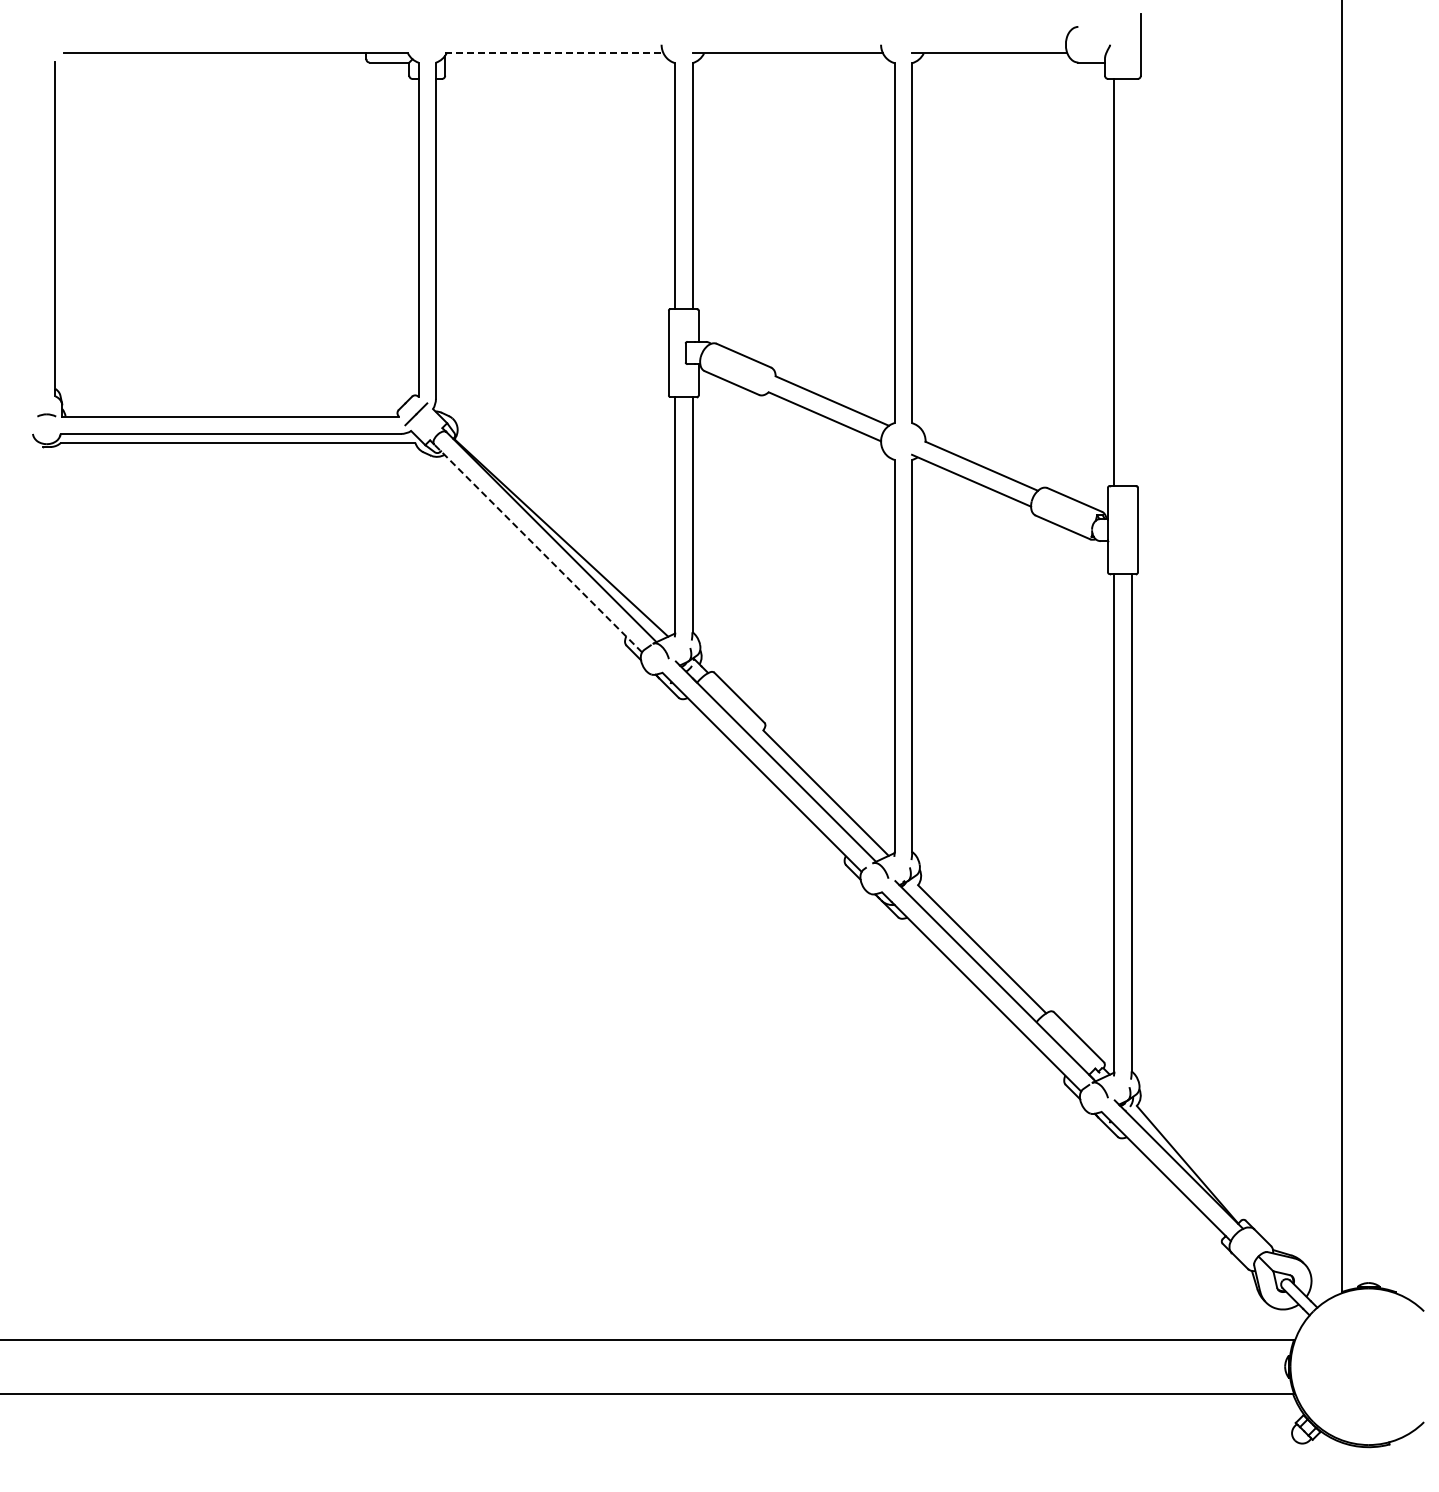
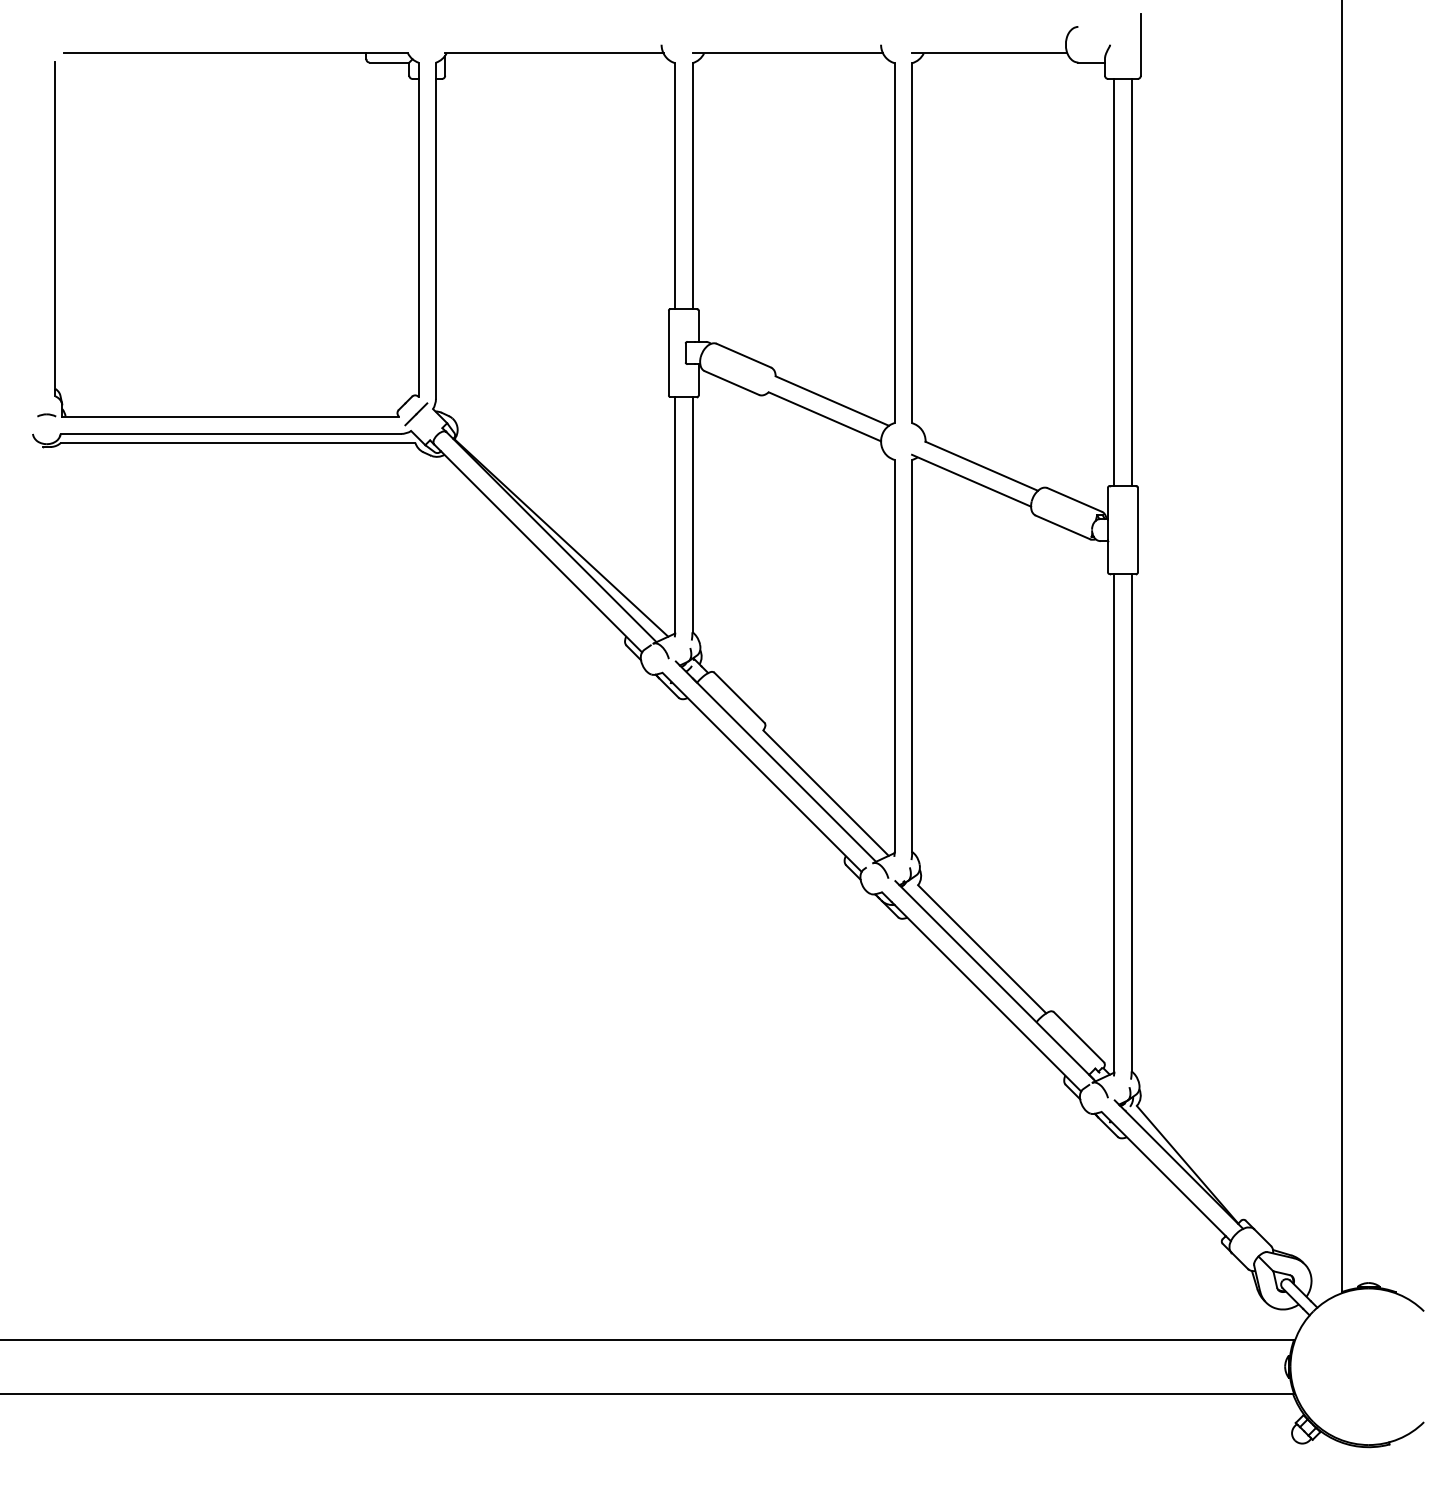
line at (554, 53): dashed -> solid
line at (1131, 282): none -> present
line at (537, 548): dashed -> solid
